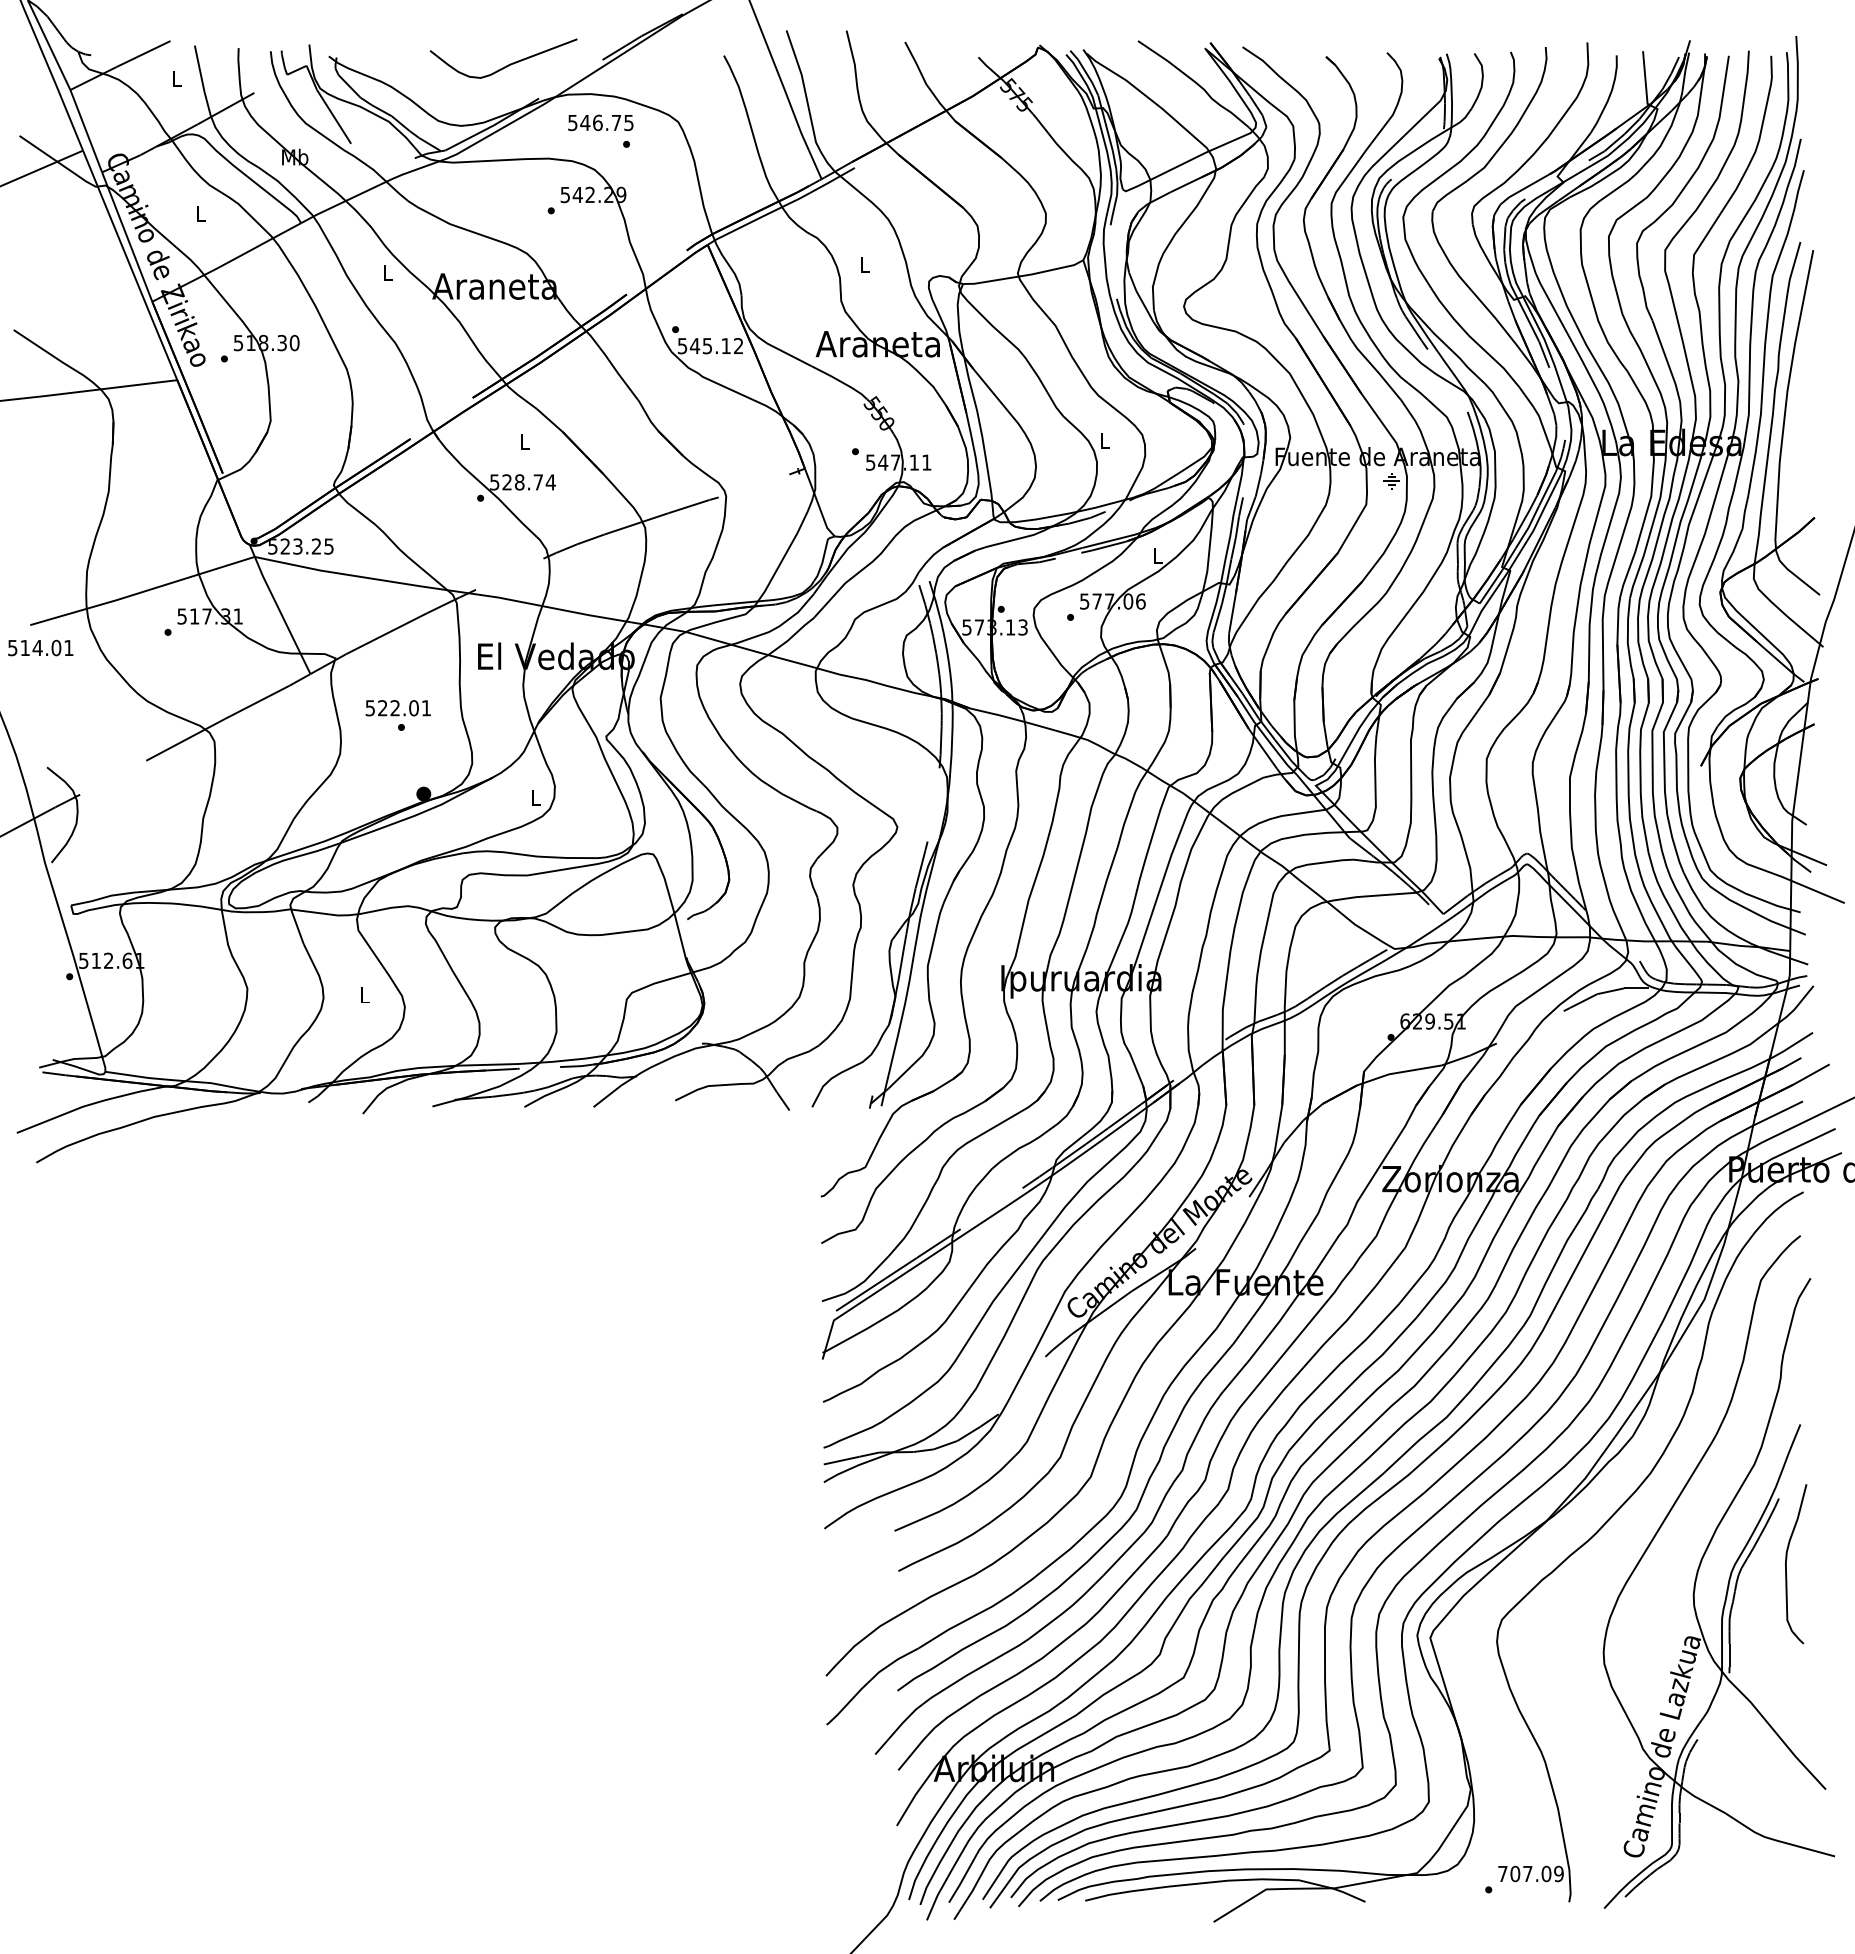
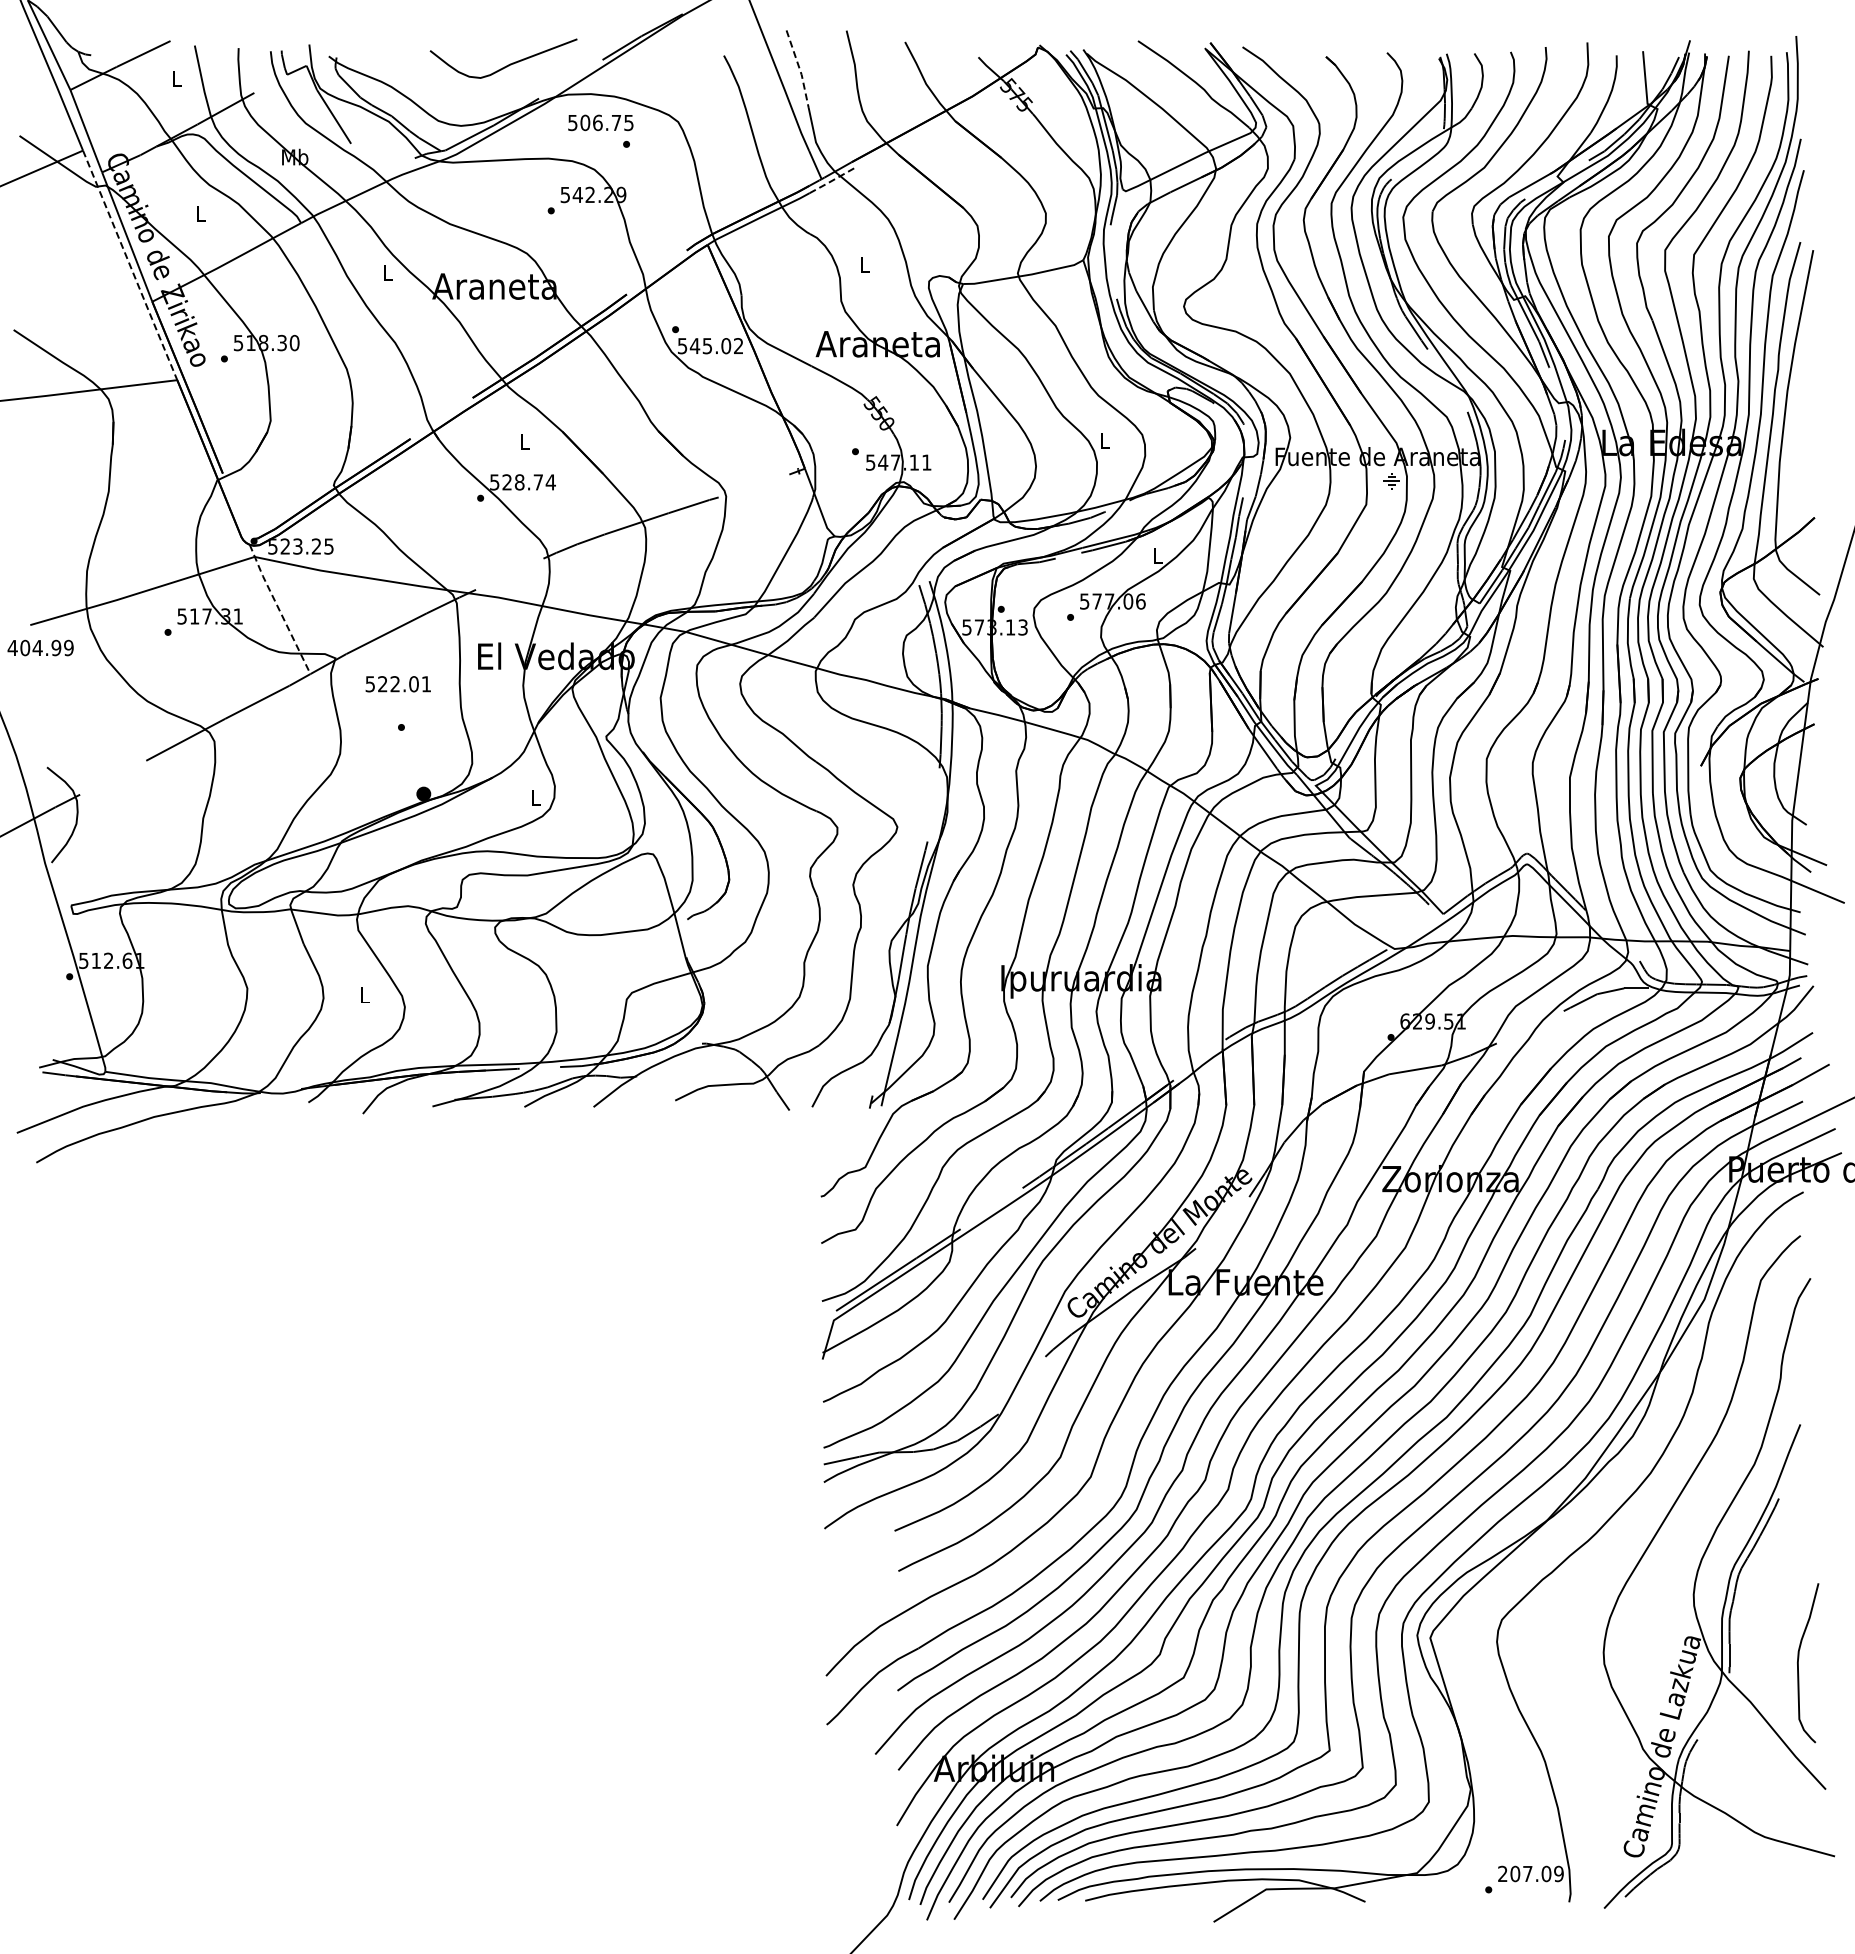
line at (799, 69): solid -> dashed
text at (585, 122): 546.75 -> 506.75
line at (831, 181): solid -> dashed
line at (130, 265): solid -> dashed
text at (726, 346): 545.12 -> 545.02
line at (279, 609): solid -> dashed
text at (40, 647): 514.01 -> 404.99
text at (397, 708) position: (397, 708) -> (397, 684)
curve at (1786, 1564) position: (1786, 1564) -> (1798, 1663)
text at (1502, 1873): 707.09 -> 207.09
